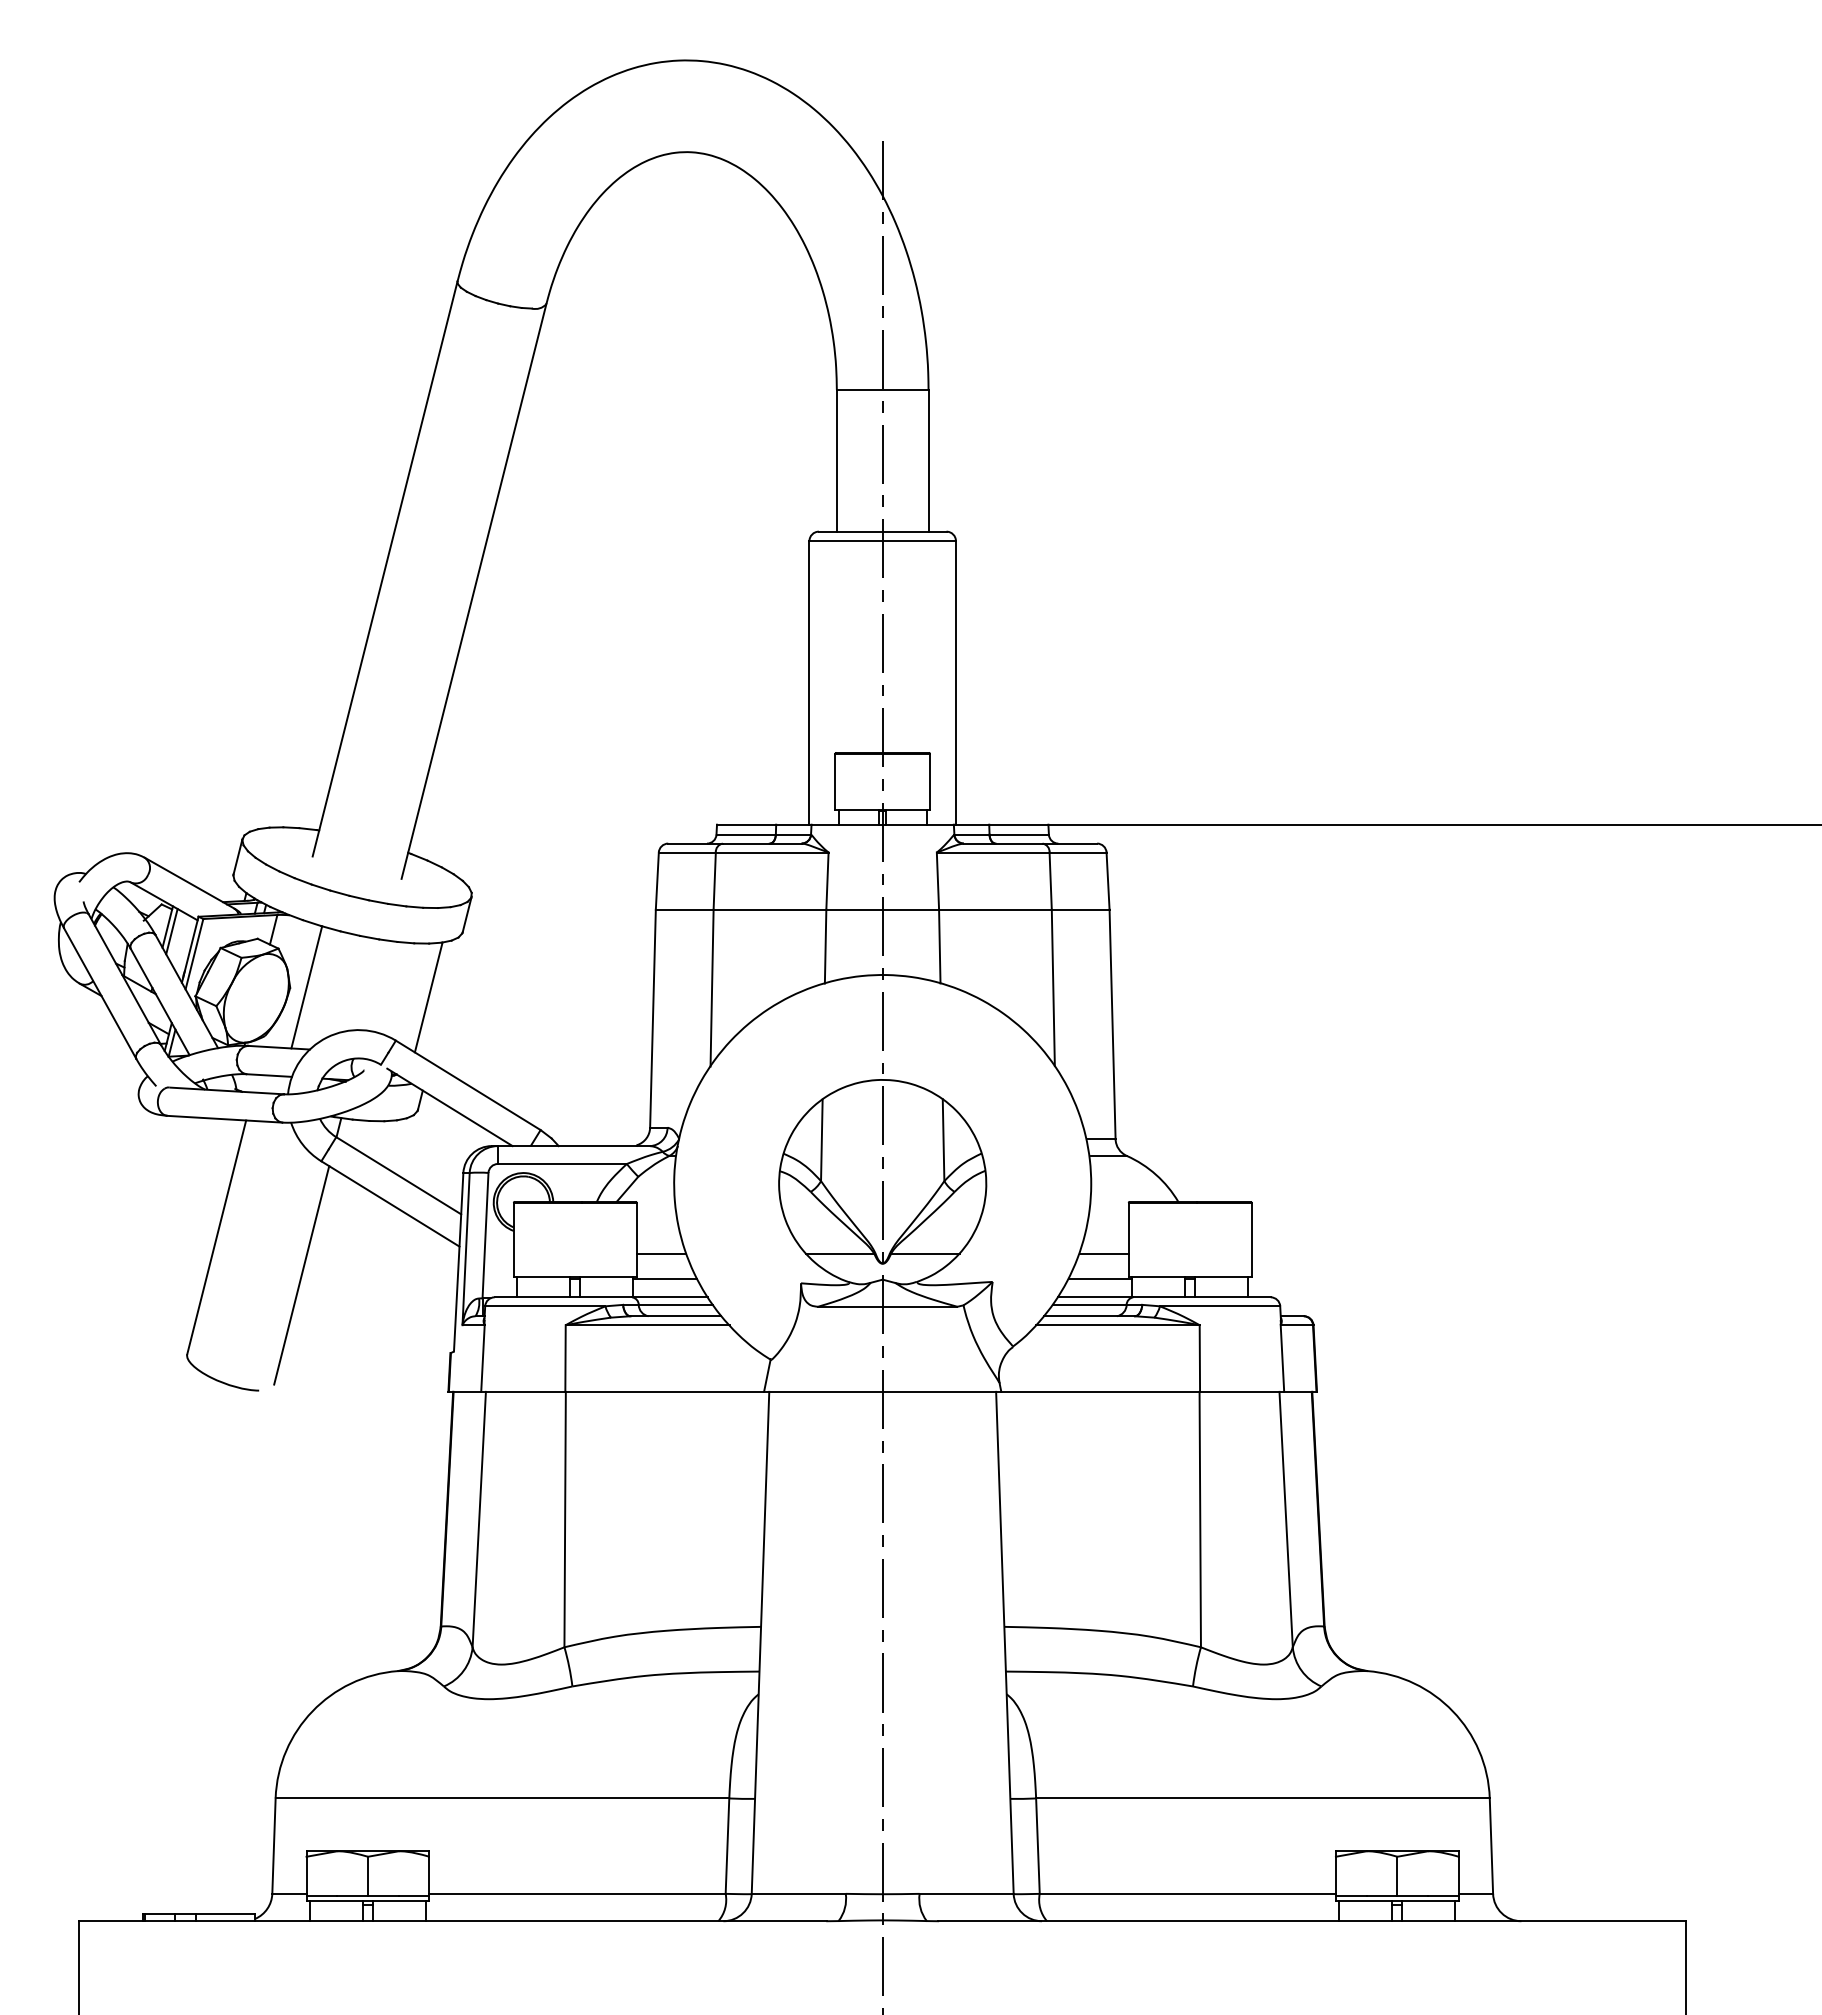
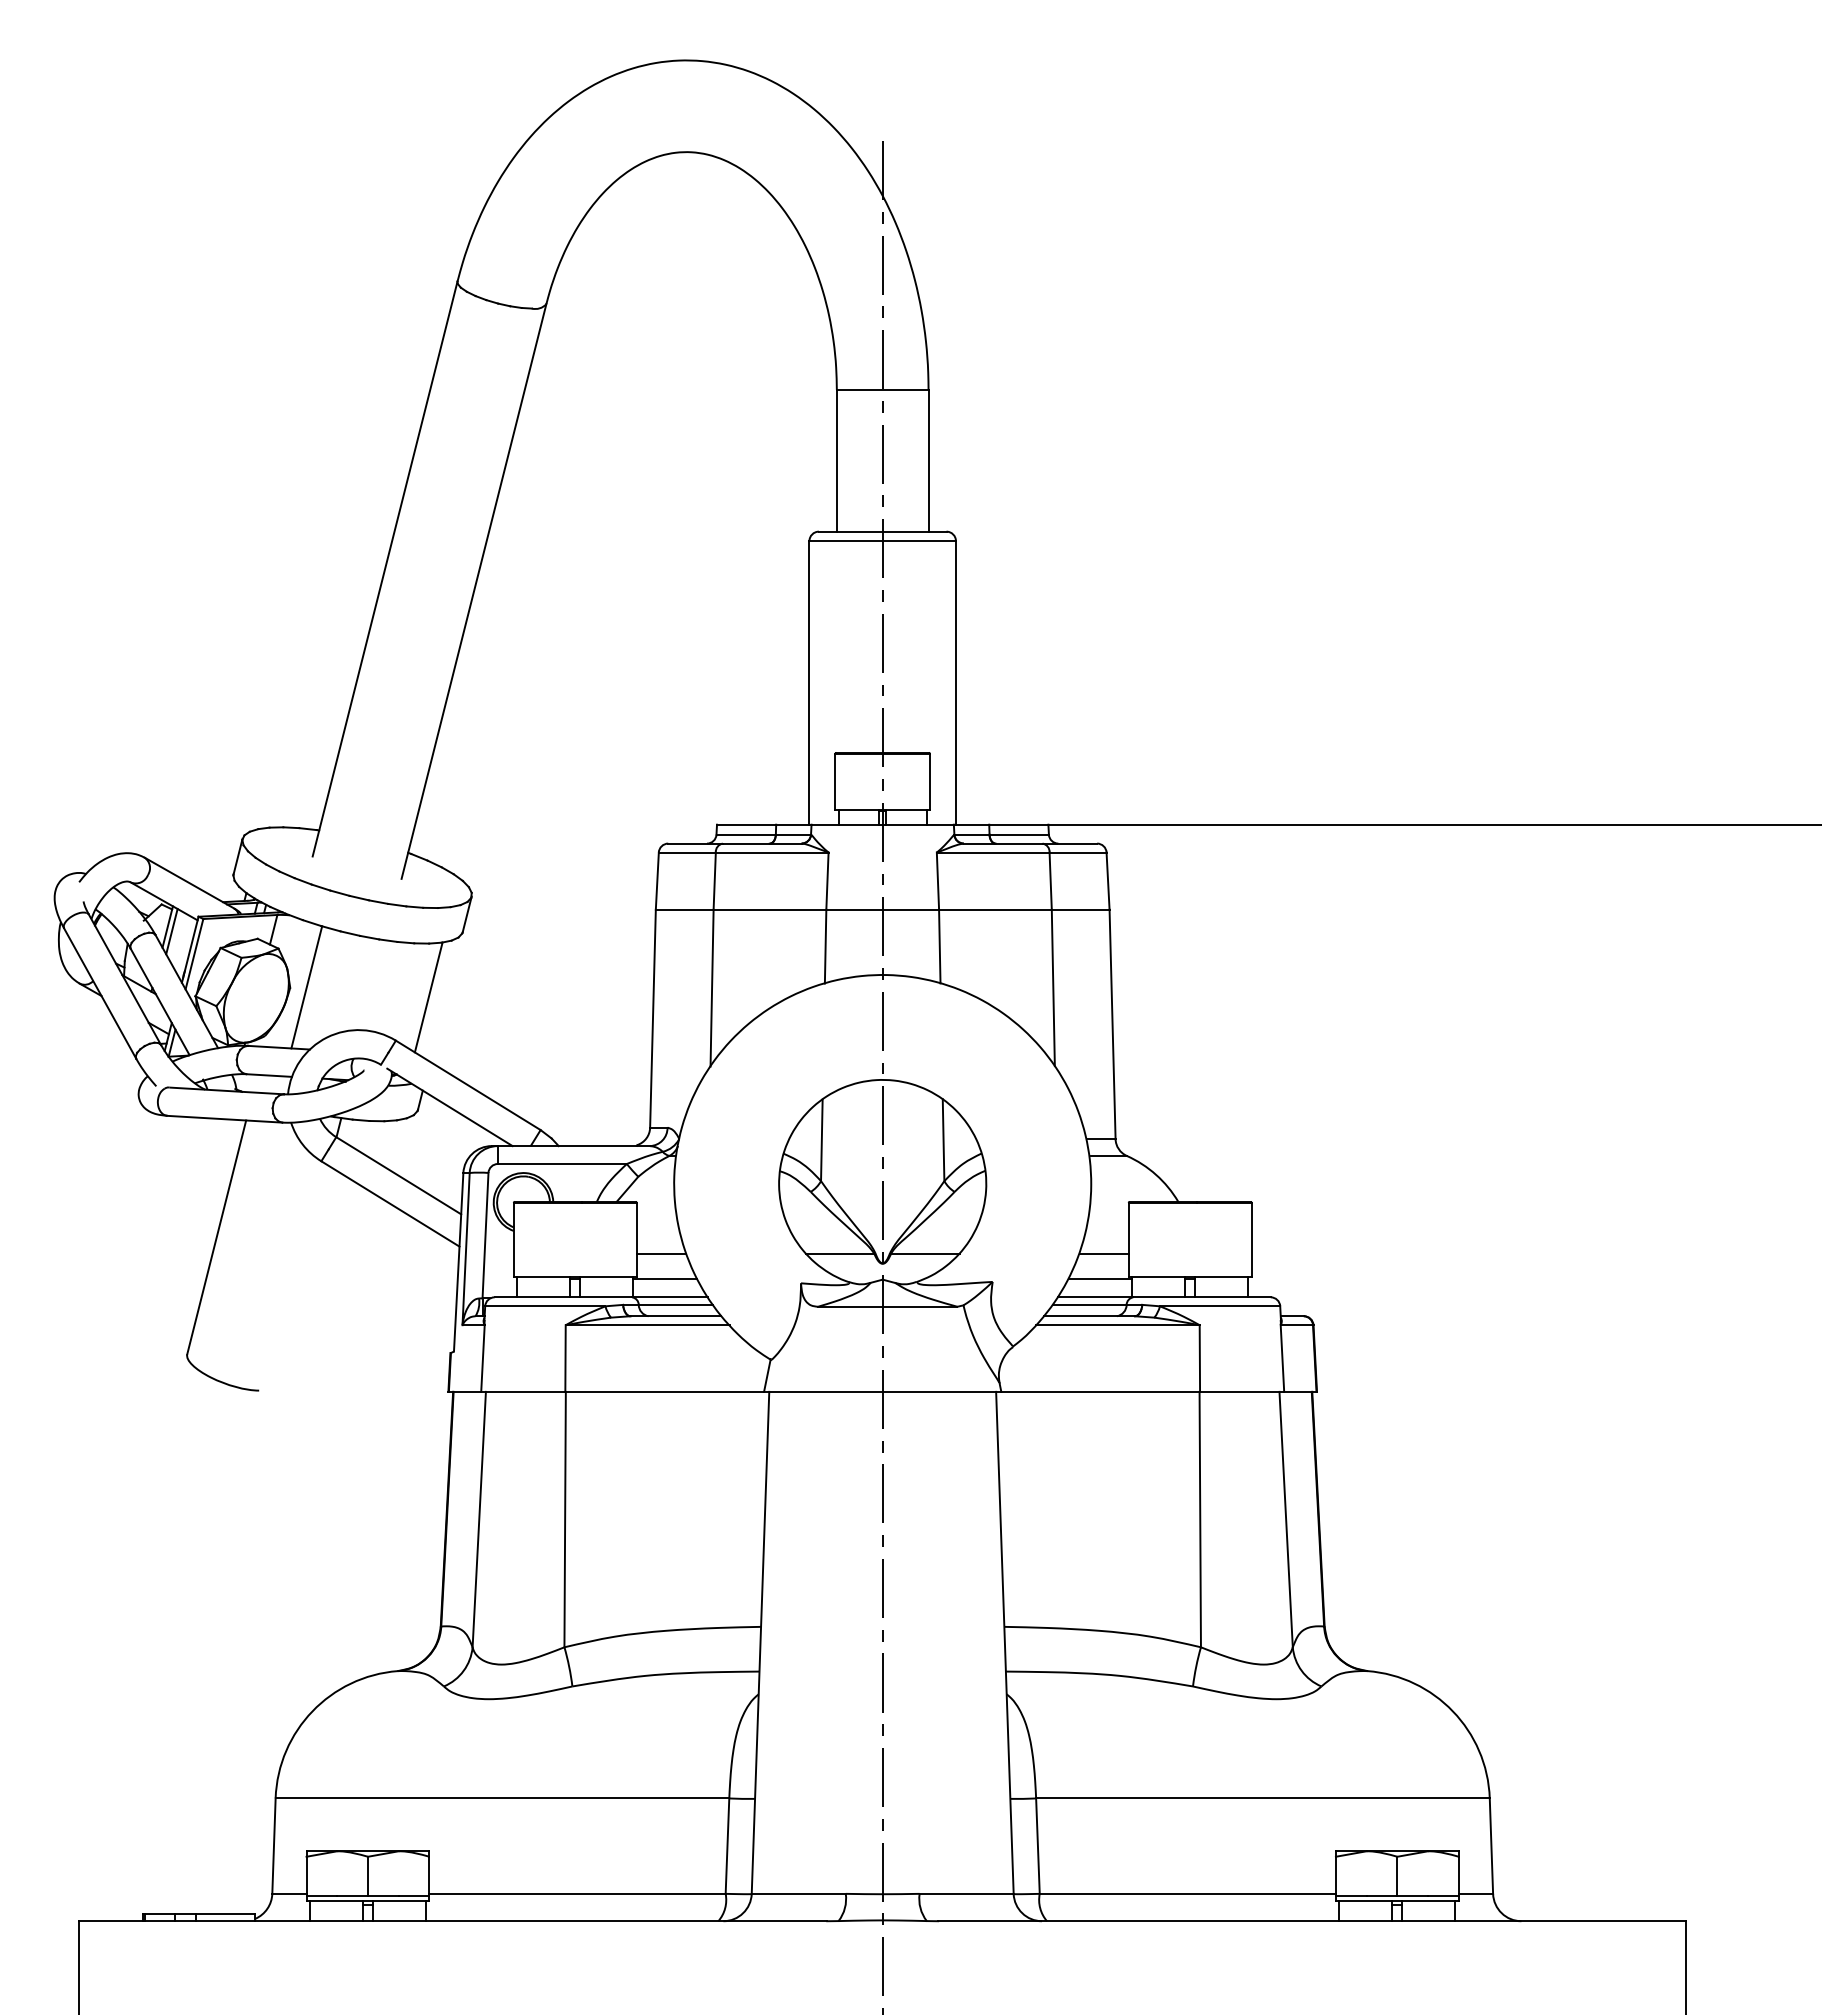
line at (301, 1275): present -> none
